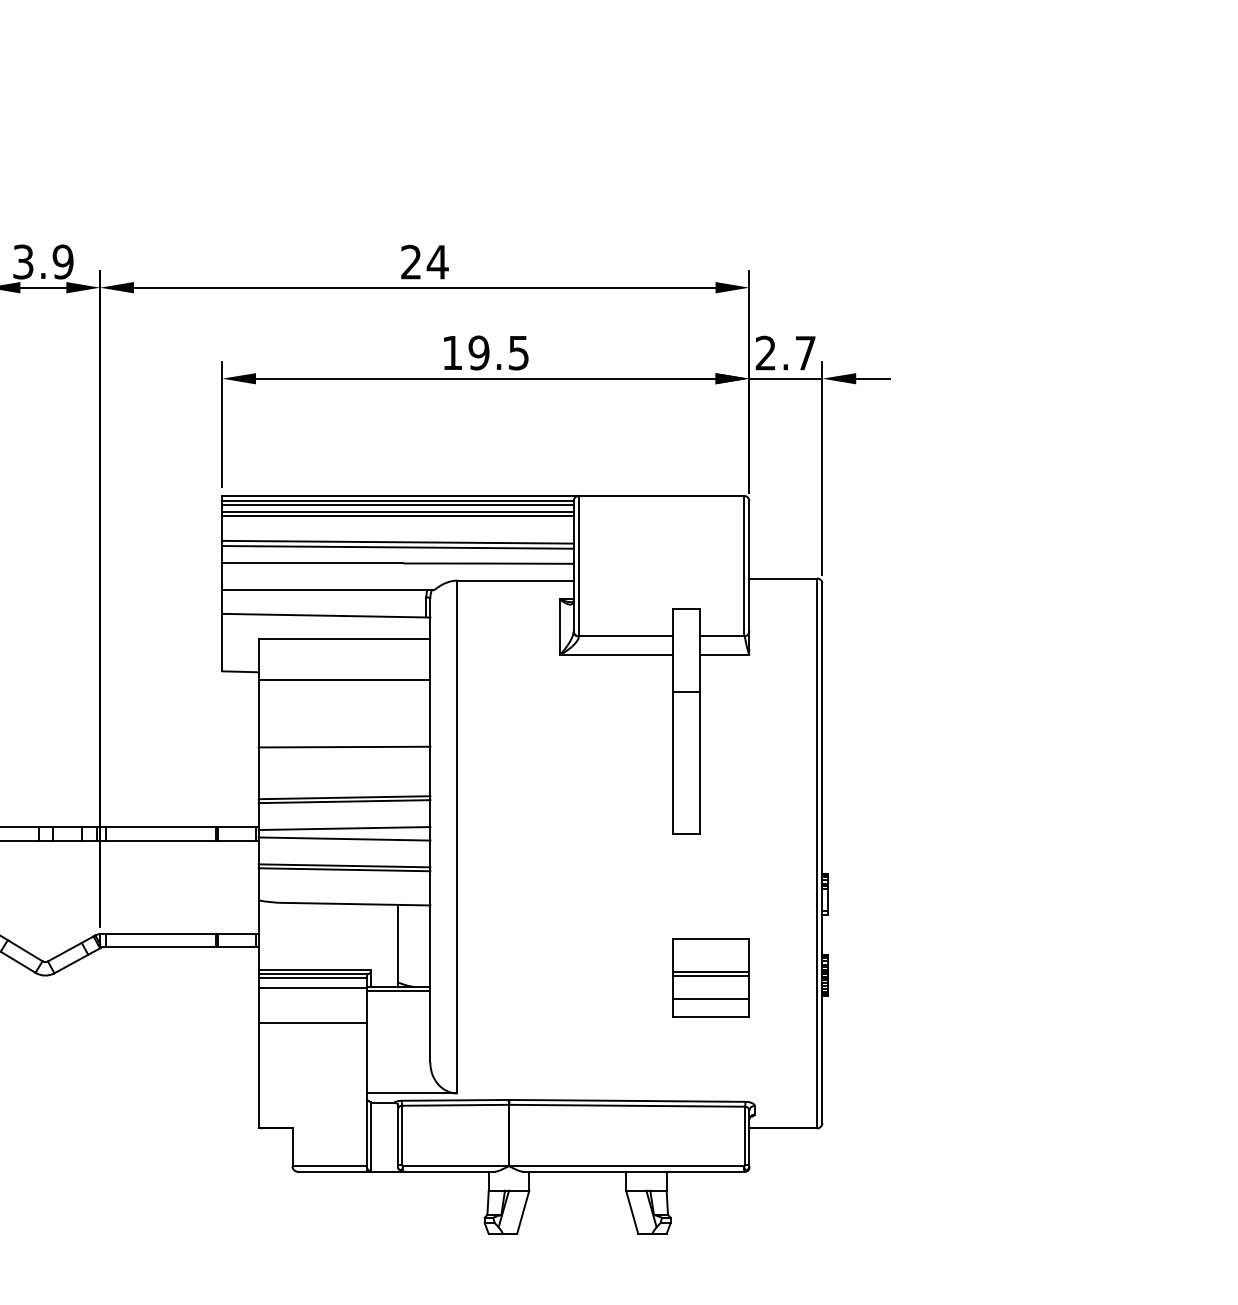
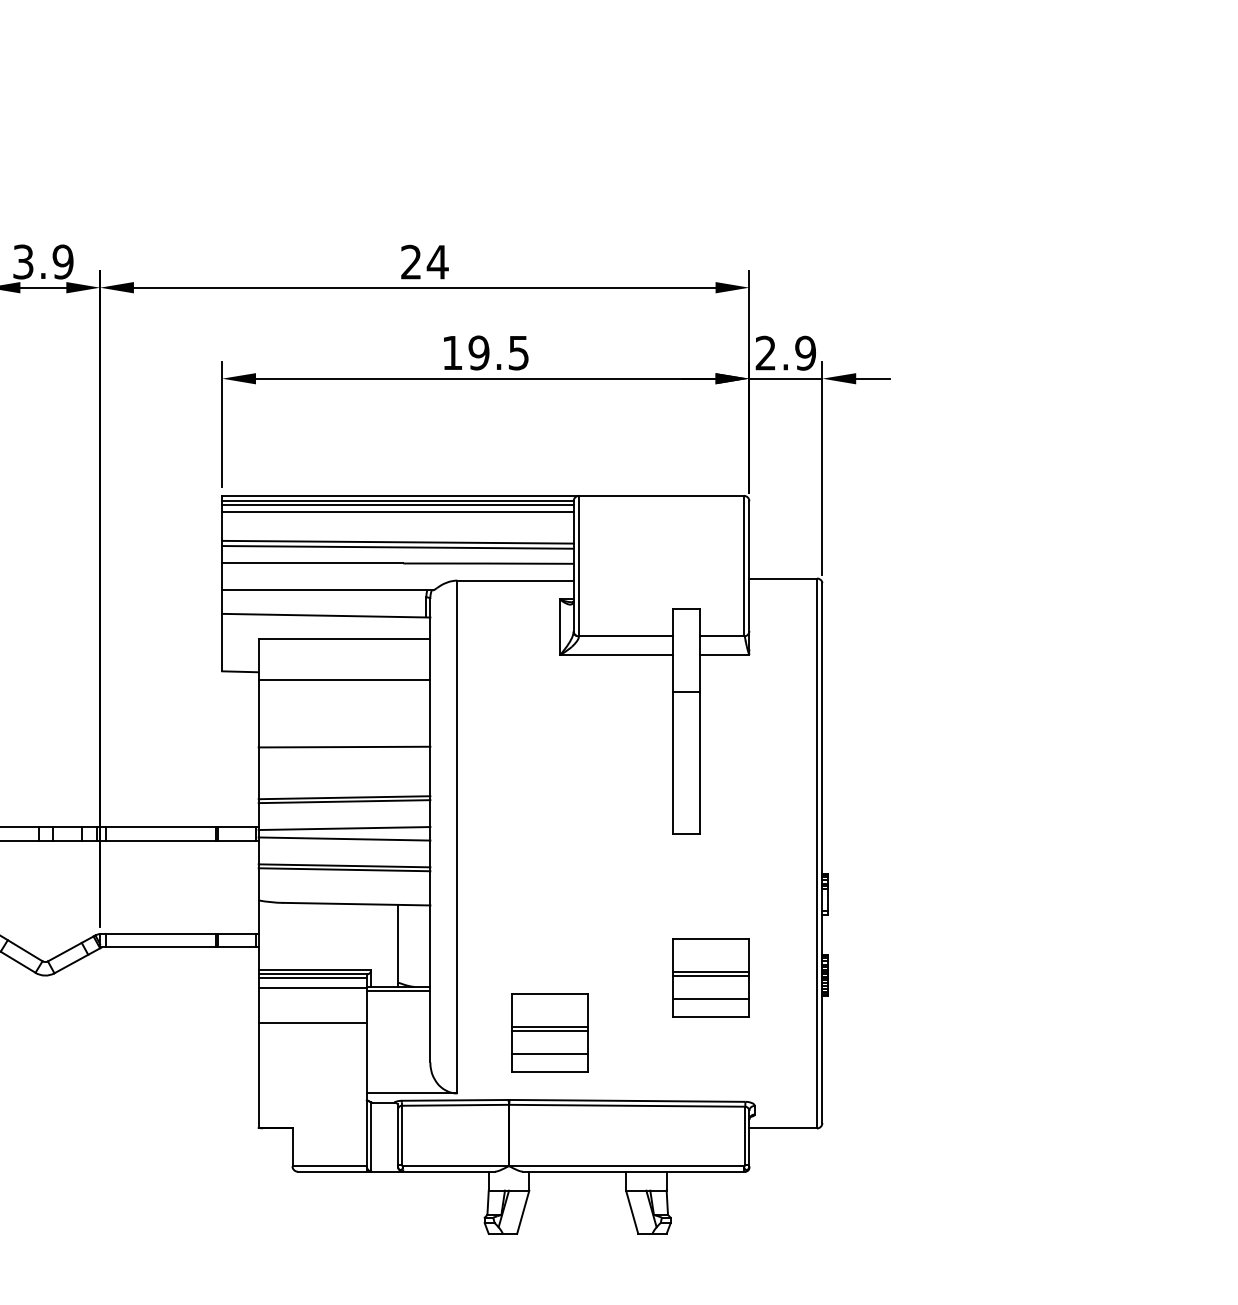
text at (805, 352): 2.7 -> 2.9
line at (397, 515): present -> none
part at (549, 1032): none -> present
